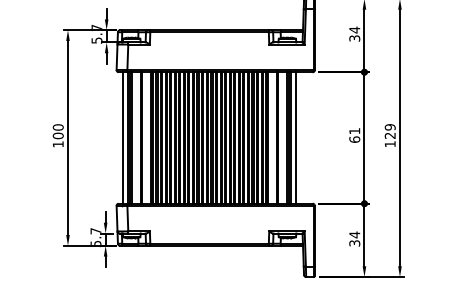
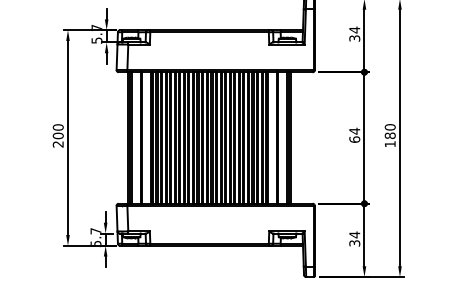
text at (354, 130): 61 -> 64
text at (390, 131): 129 -> 180
line at (123, 137): present -> none
line at (295, 137): present -> none
text at (57, 144): 100 -> 200
